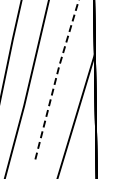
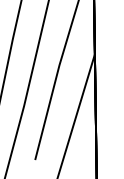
line at (55, 79): dashed -> solid
